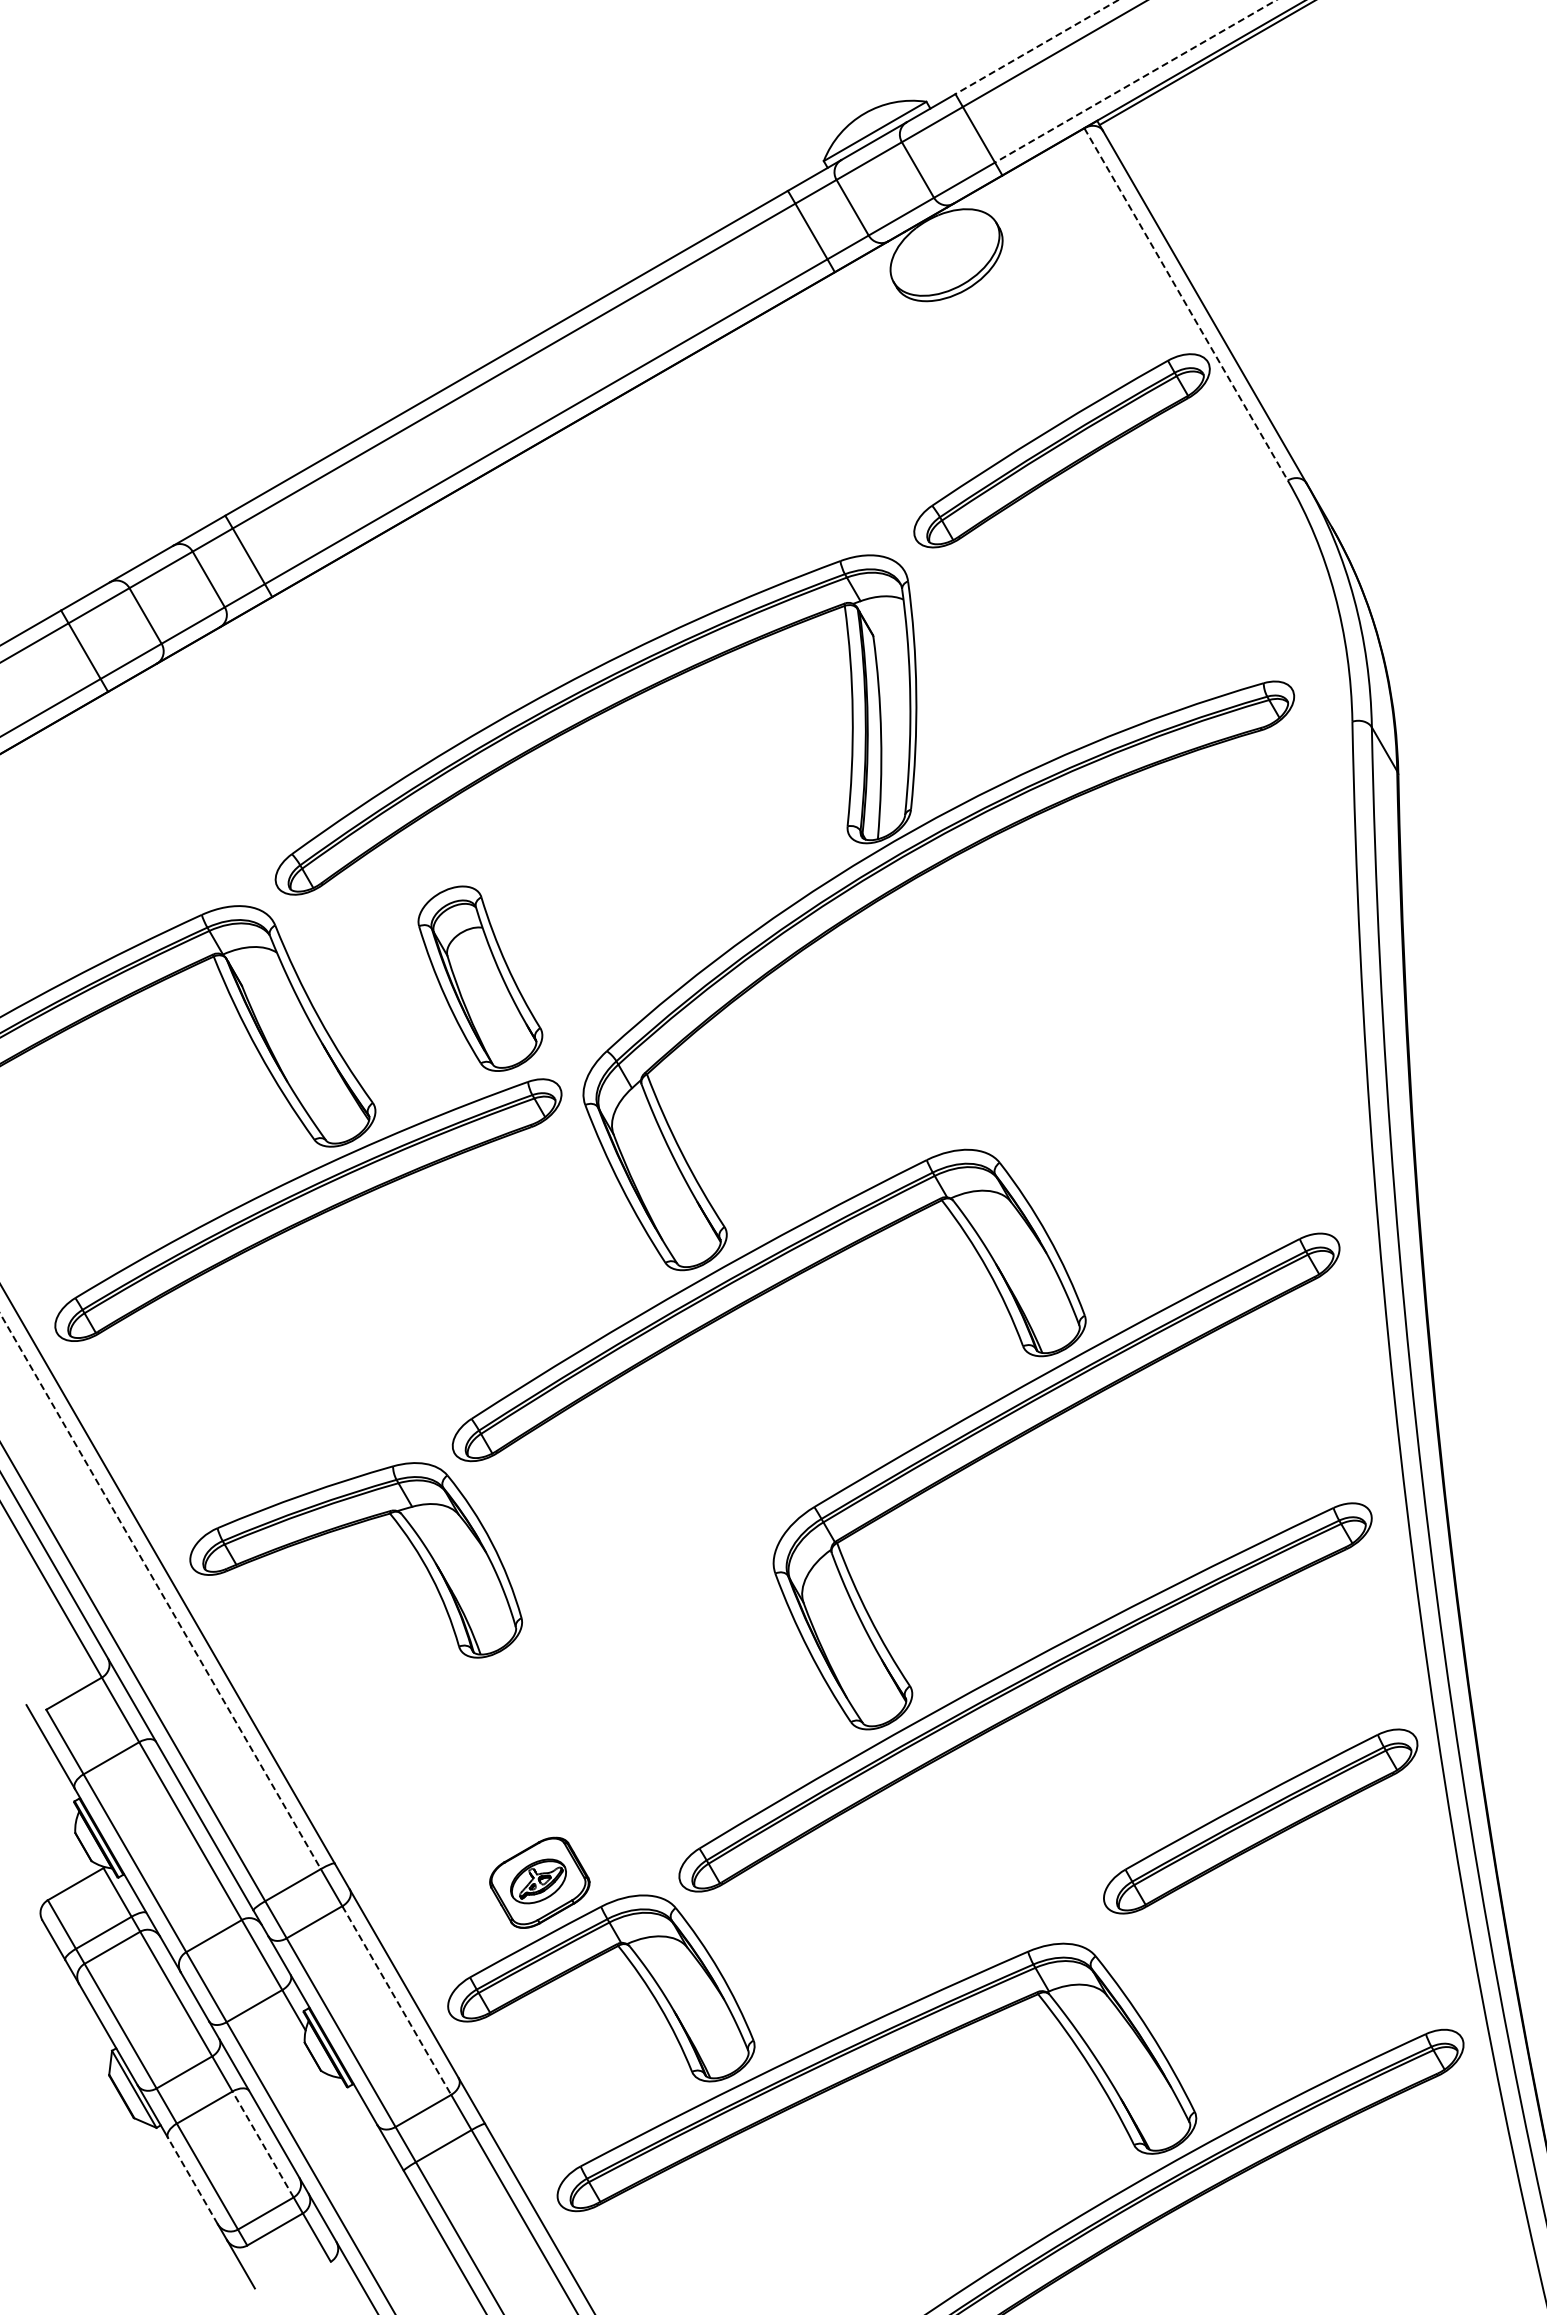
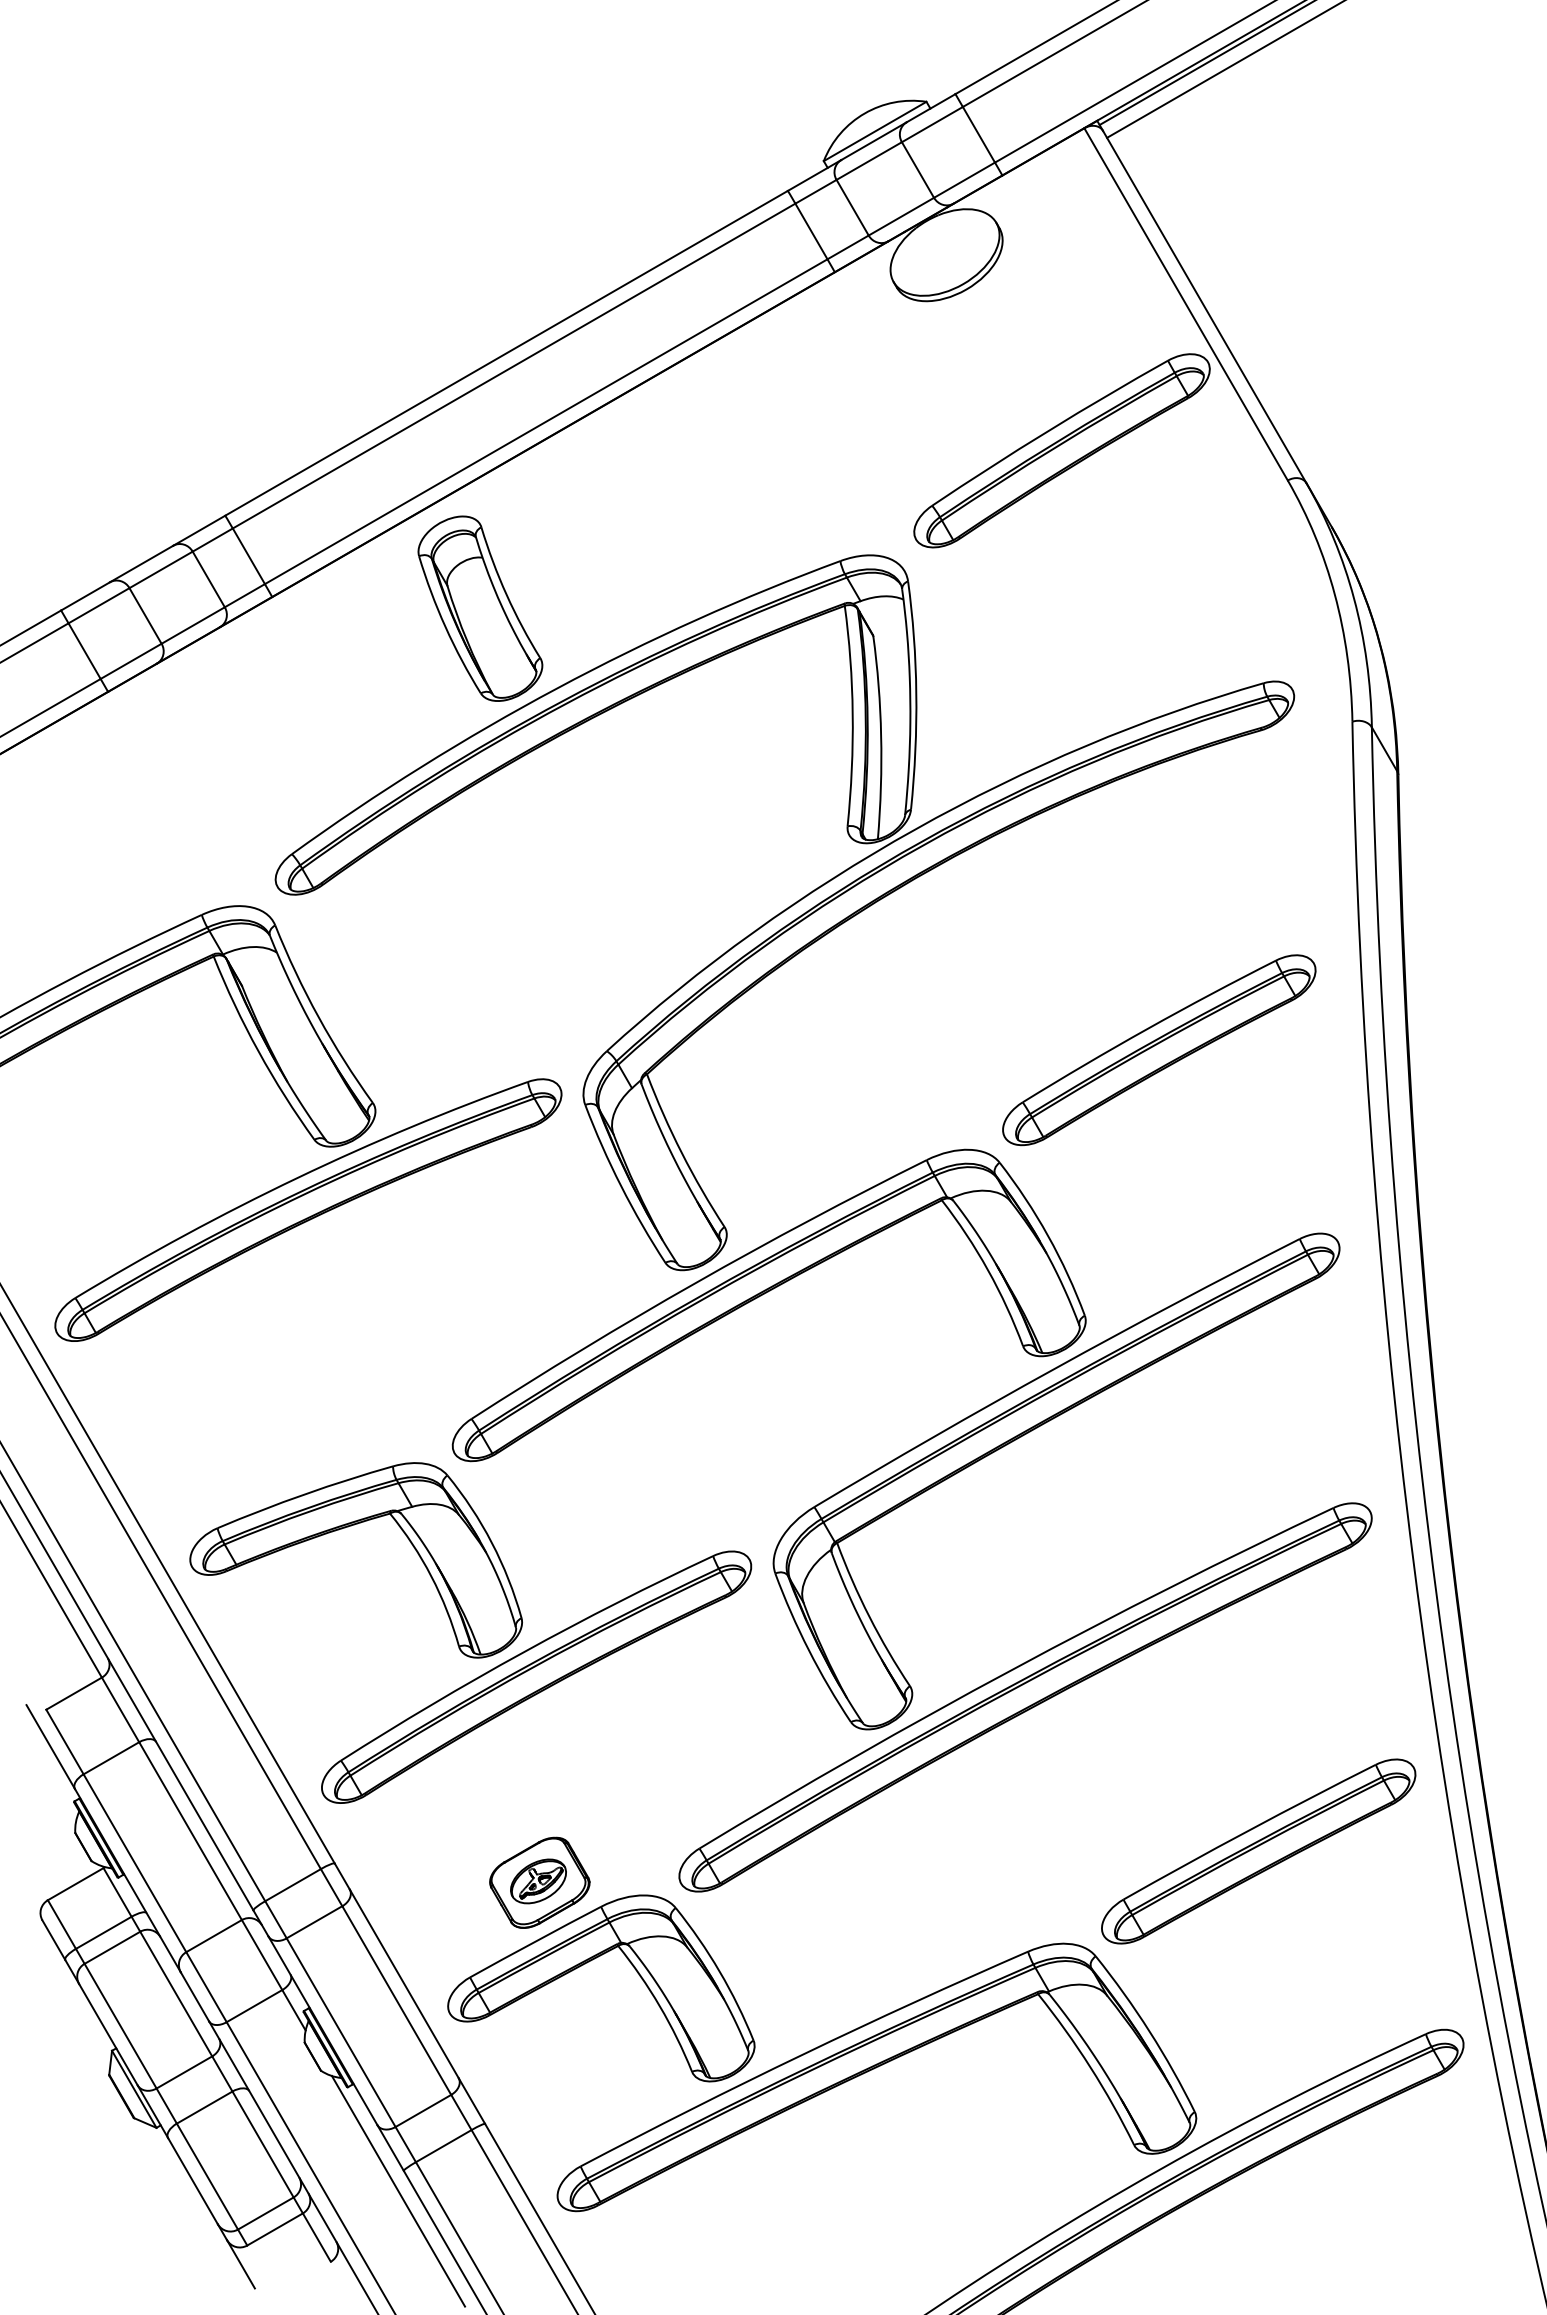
line at (1036, 47): dashed -> solid
line at (1224, 69): none -> present
line at (1135, 81): dashed -> solid
line at (1186, 304): dashed -> solid
part at (480, 978) position: (480, 978) -> (480, 608)
part at (1159, 1050): none -> present
line at (160, 1591): dashed -> solid
part at (536, 1676): none -> present
part at (1260, 1821) position: (1260, 1821) -> (1258, 1851)
line at (396, 2000): dashed -> solid
line at (262, 2144): dashed -> solid
line at (192, 2181): dashed -> solid
line at (398, 2191): none -> present
